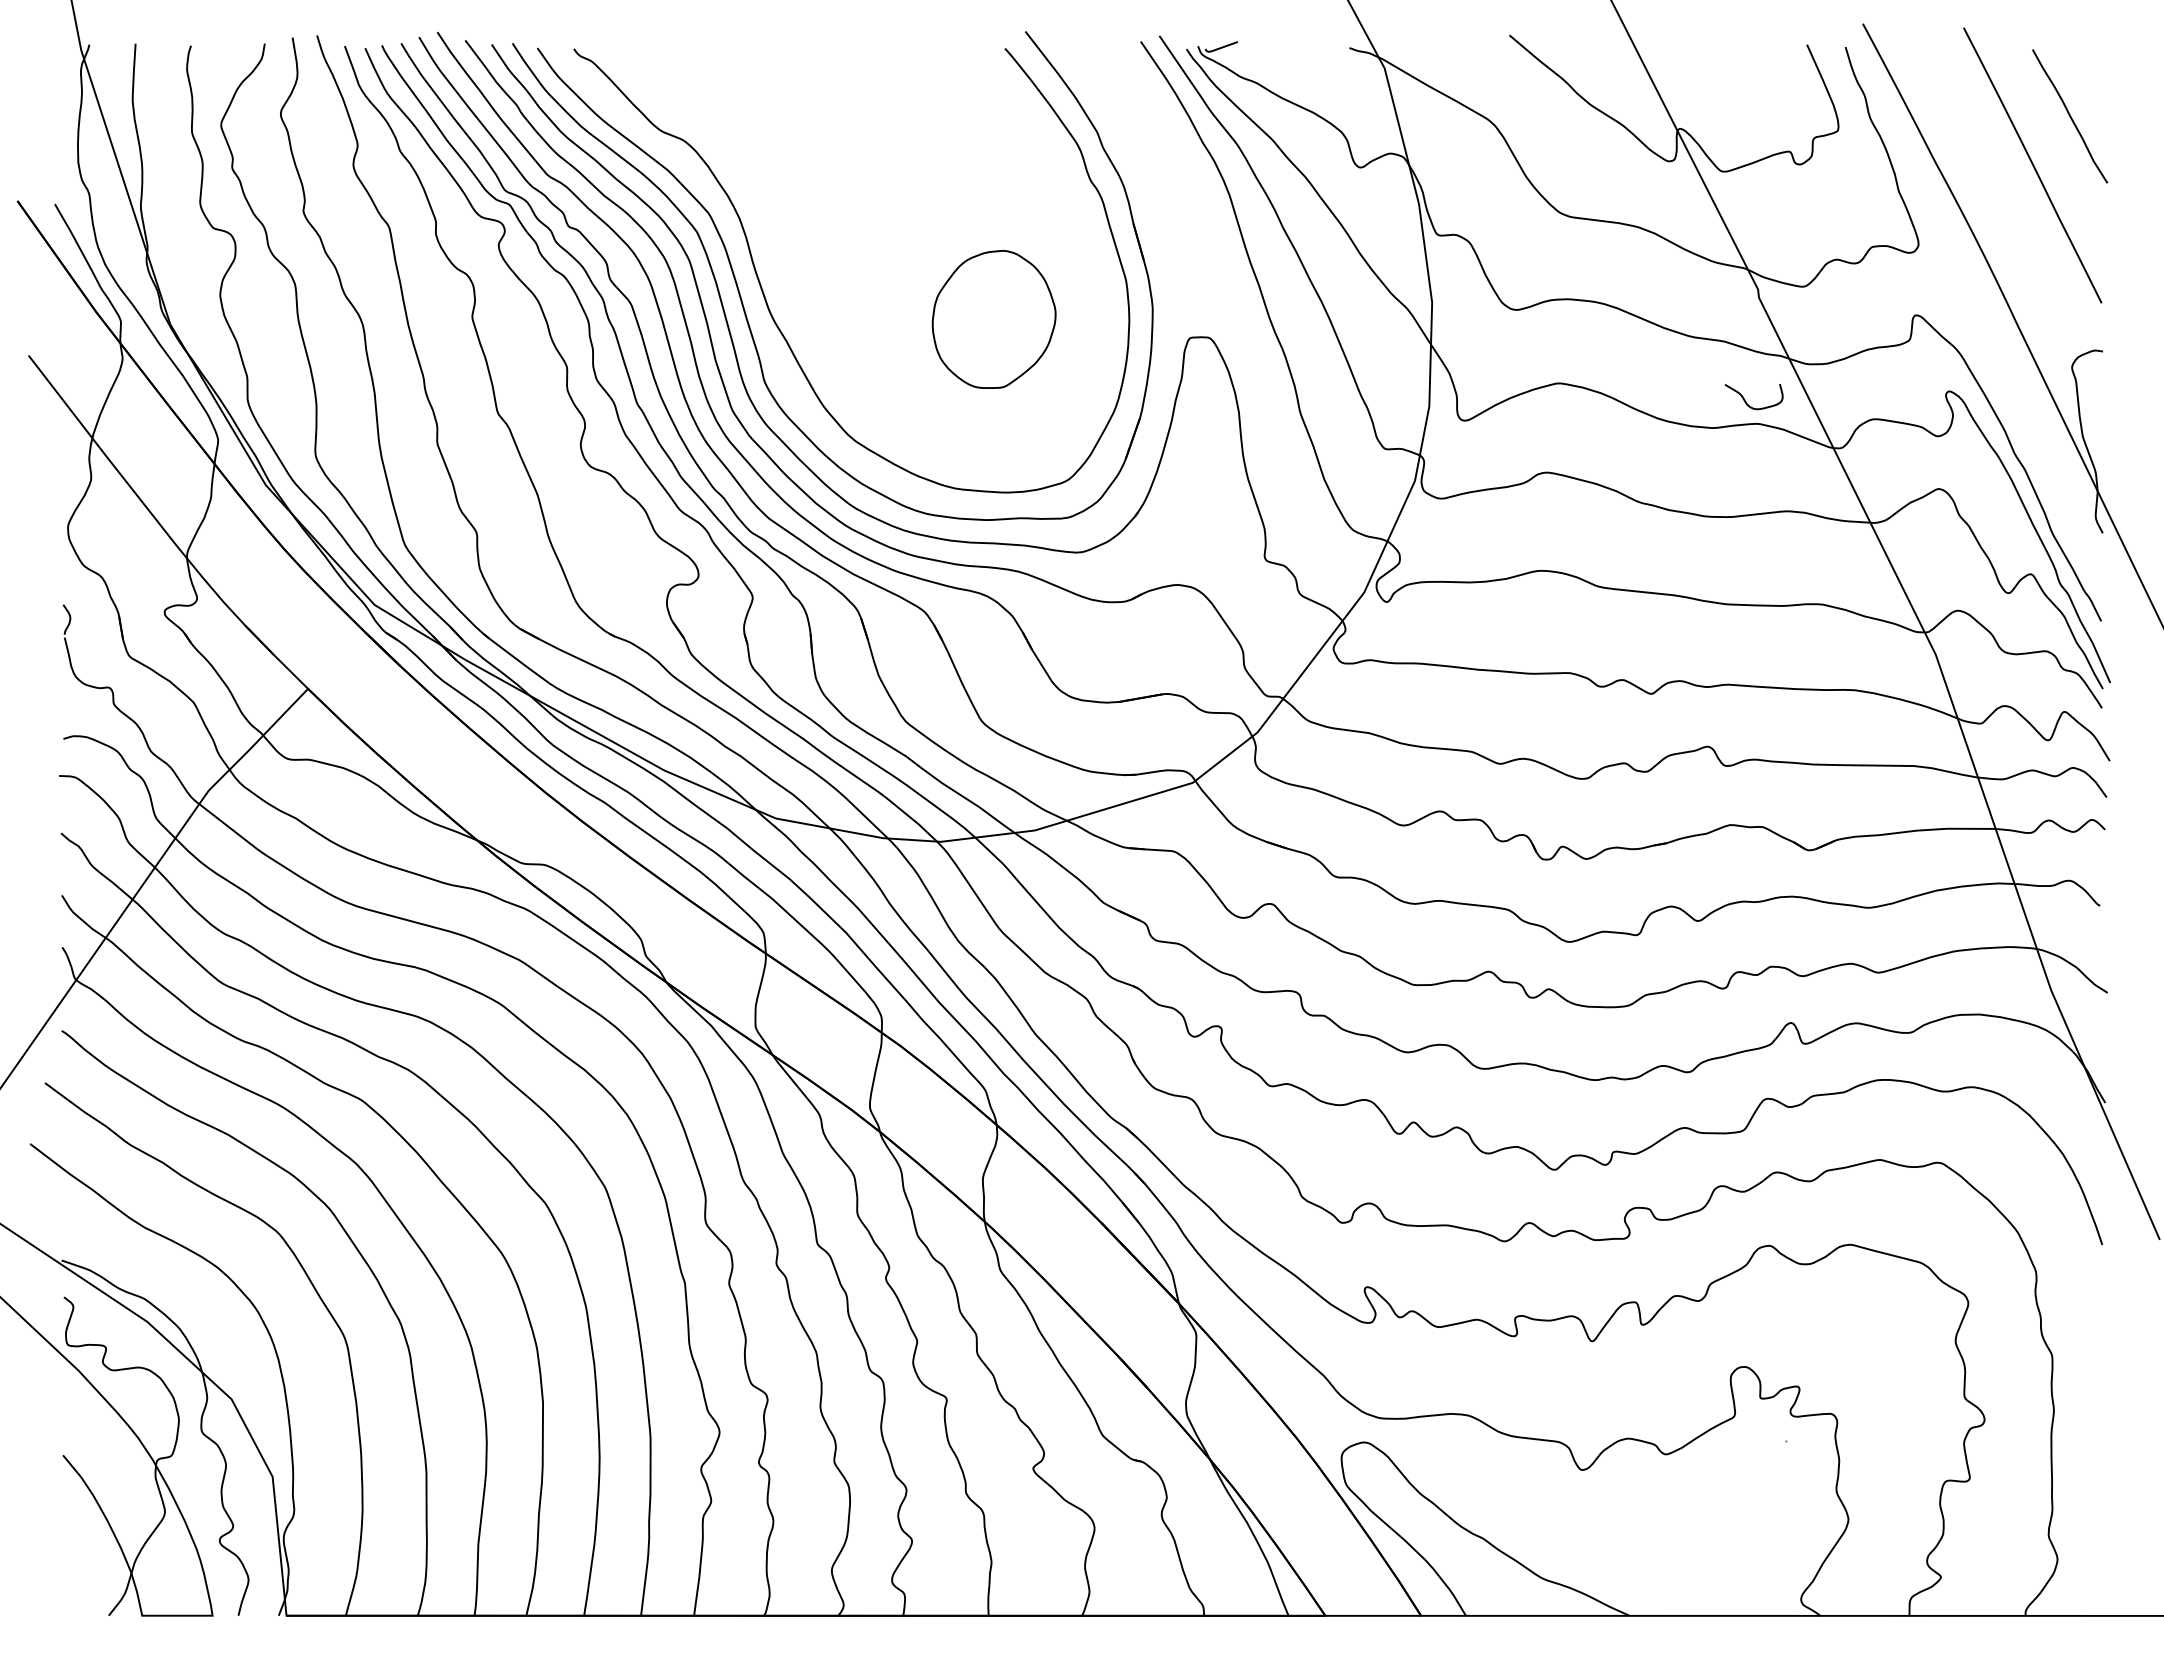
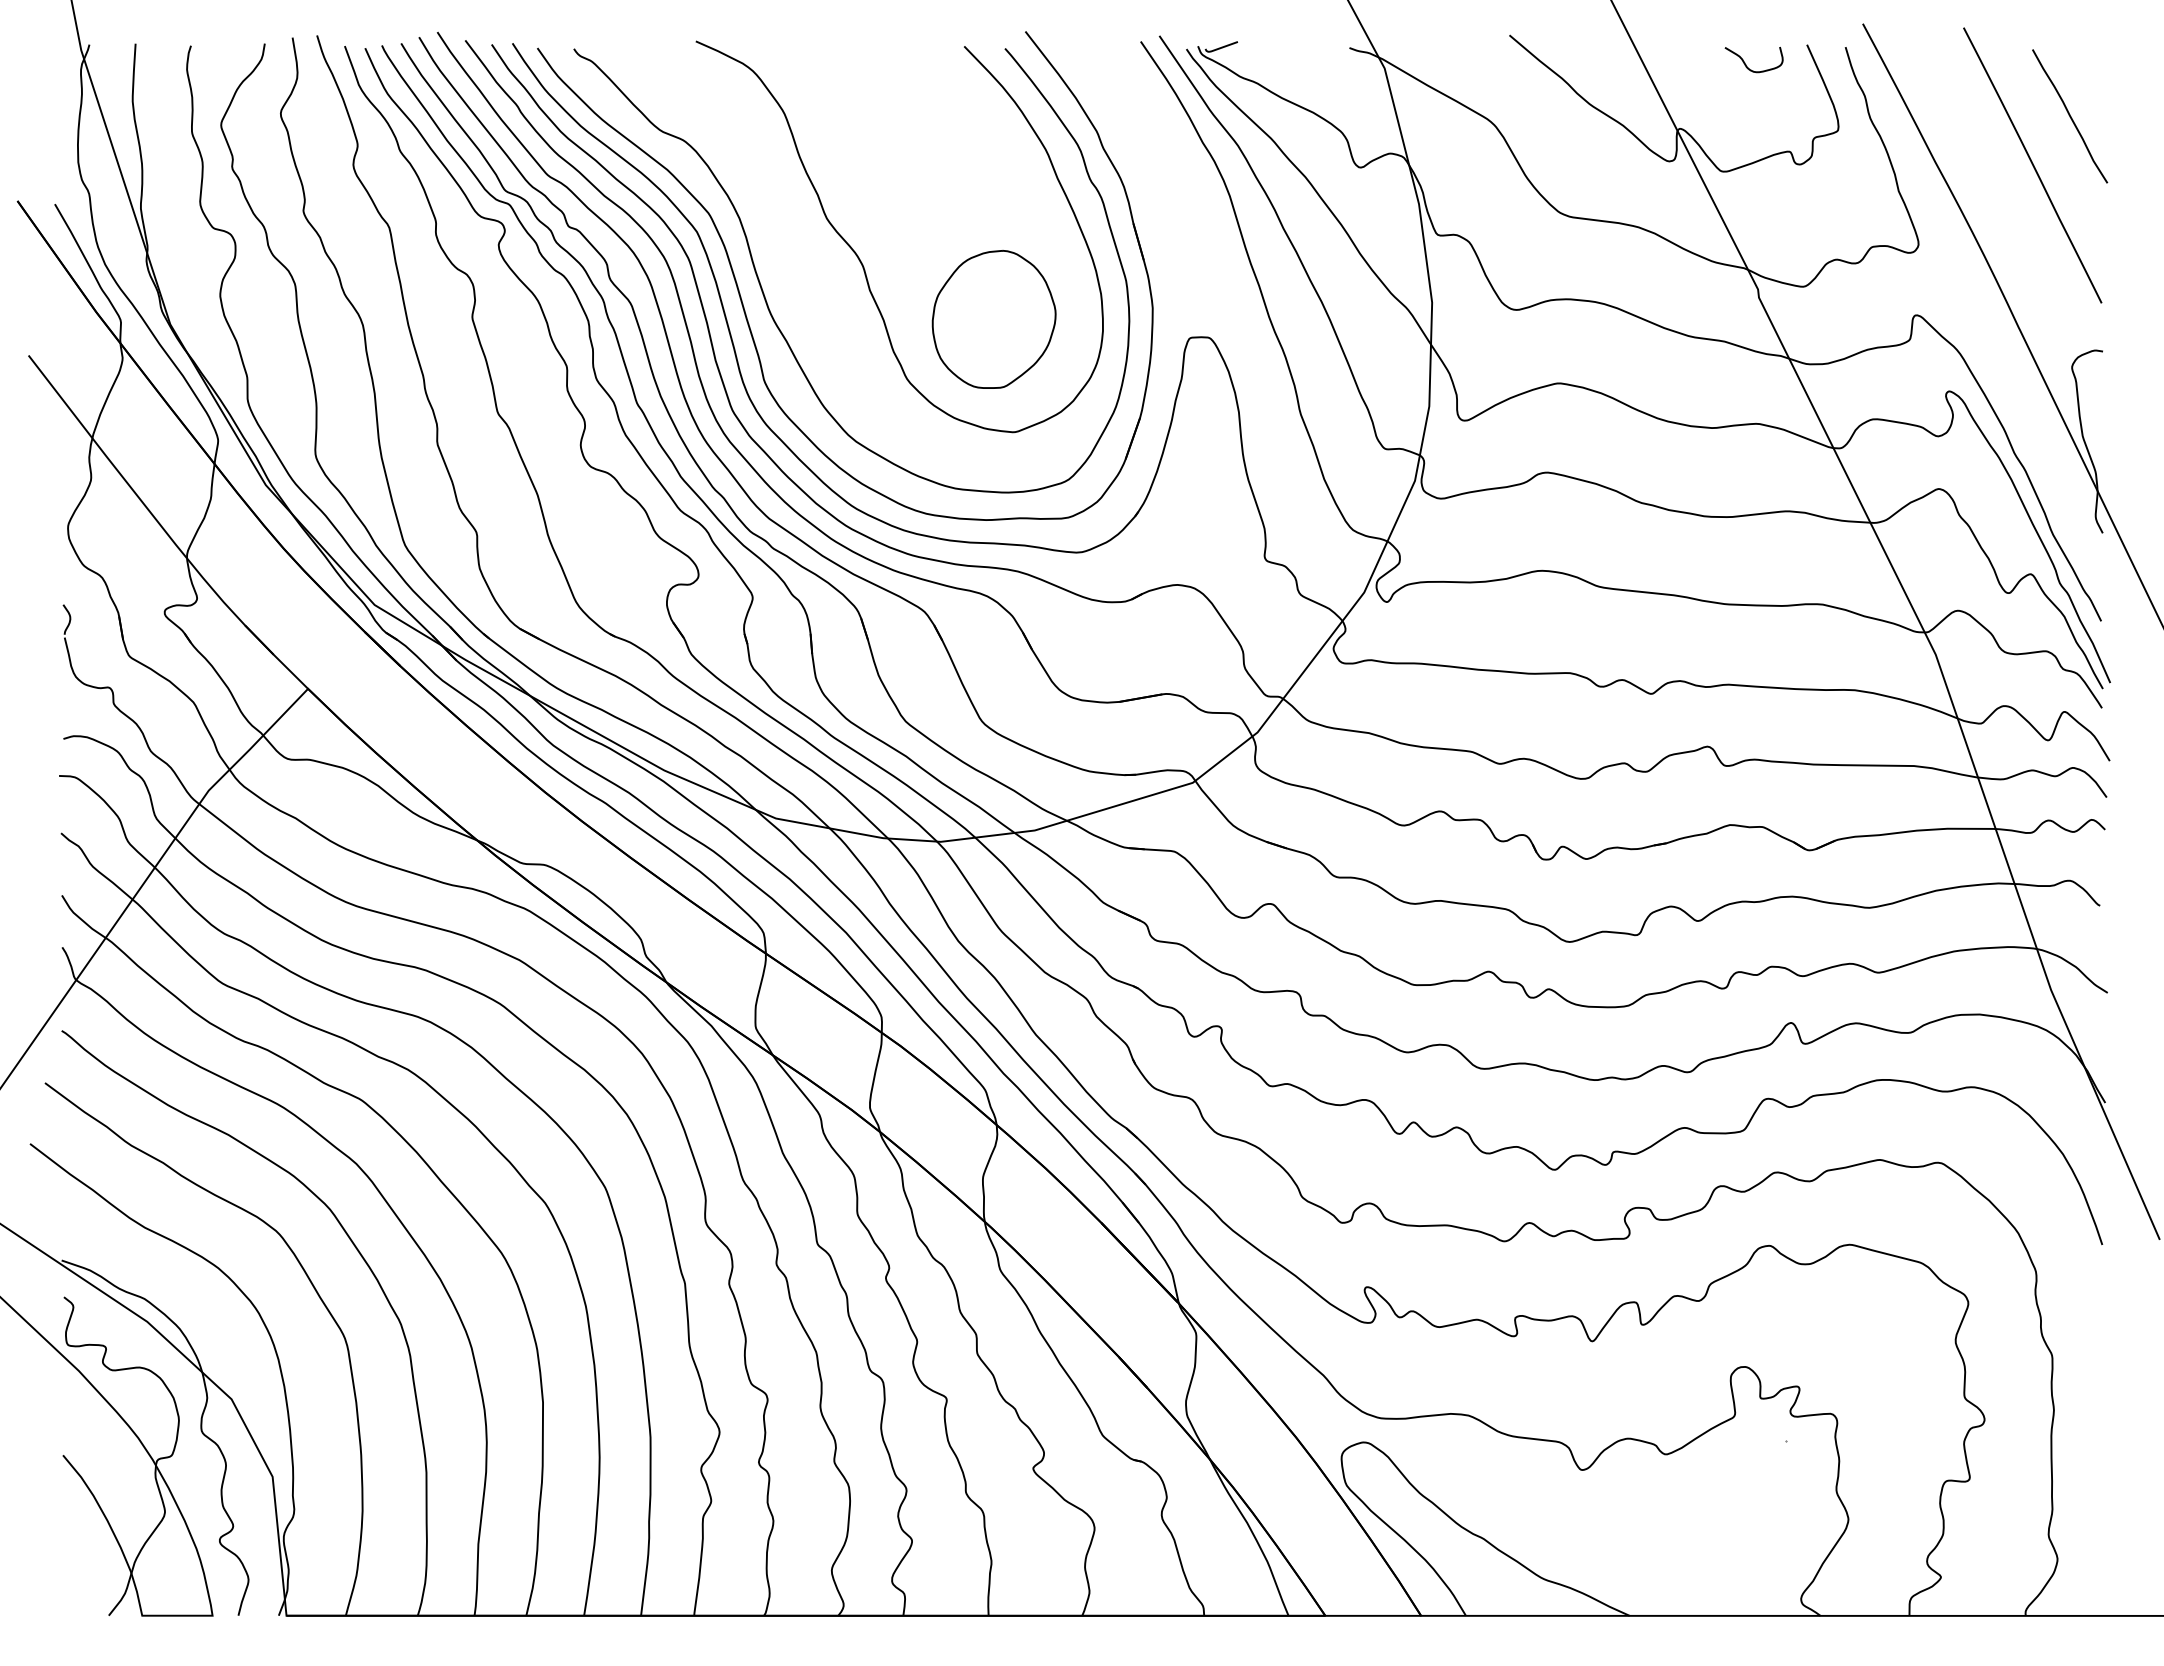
curve at (859, 257): none -> present
curve at (1746, 401) position: (1746, 401) -> (1746, 64)
